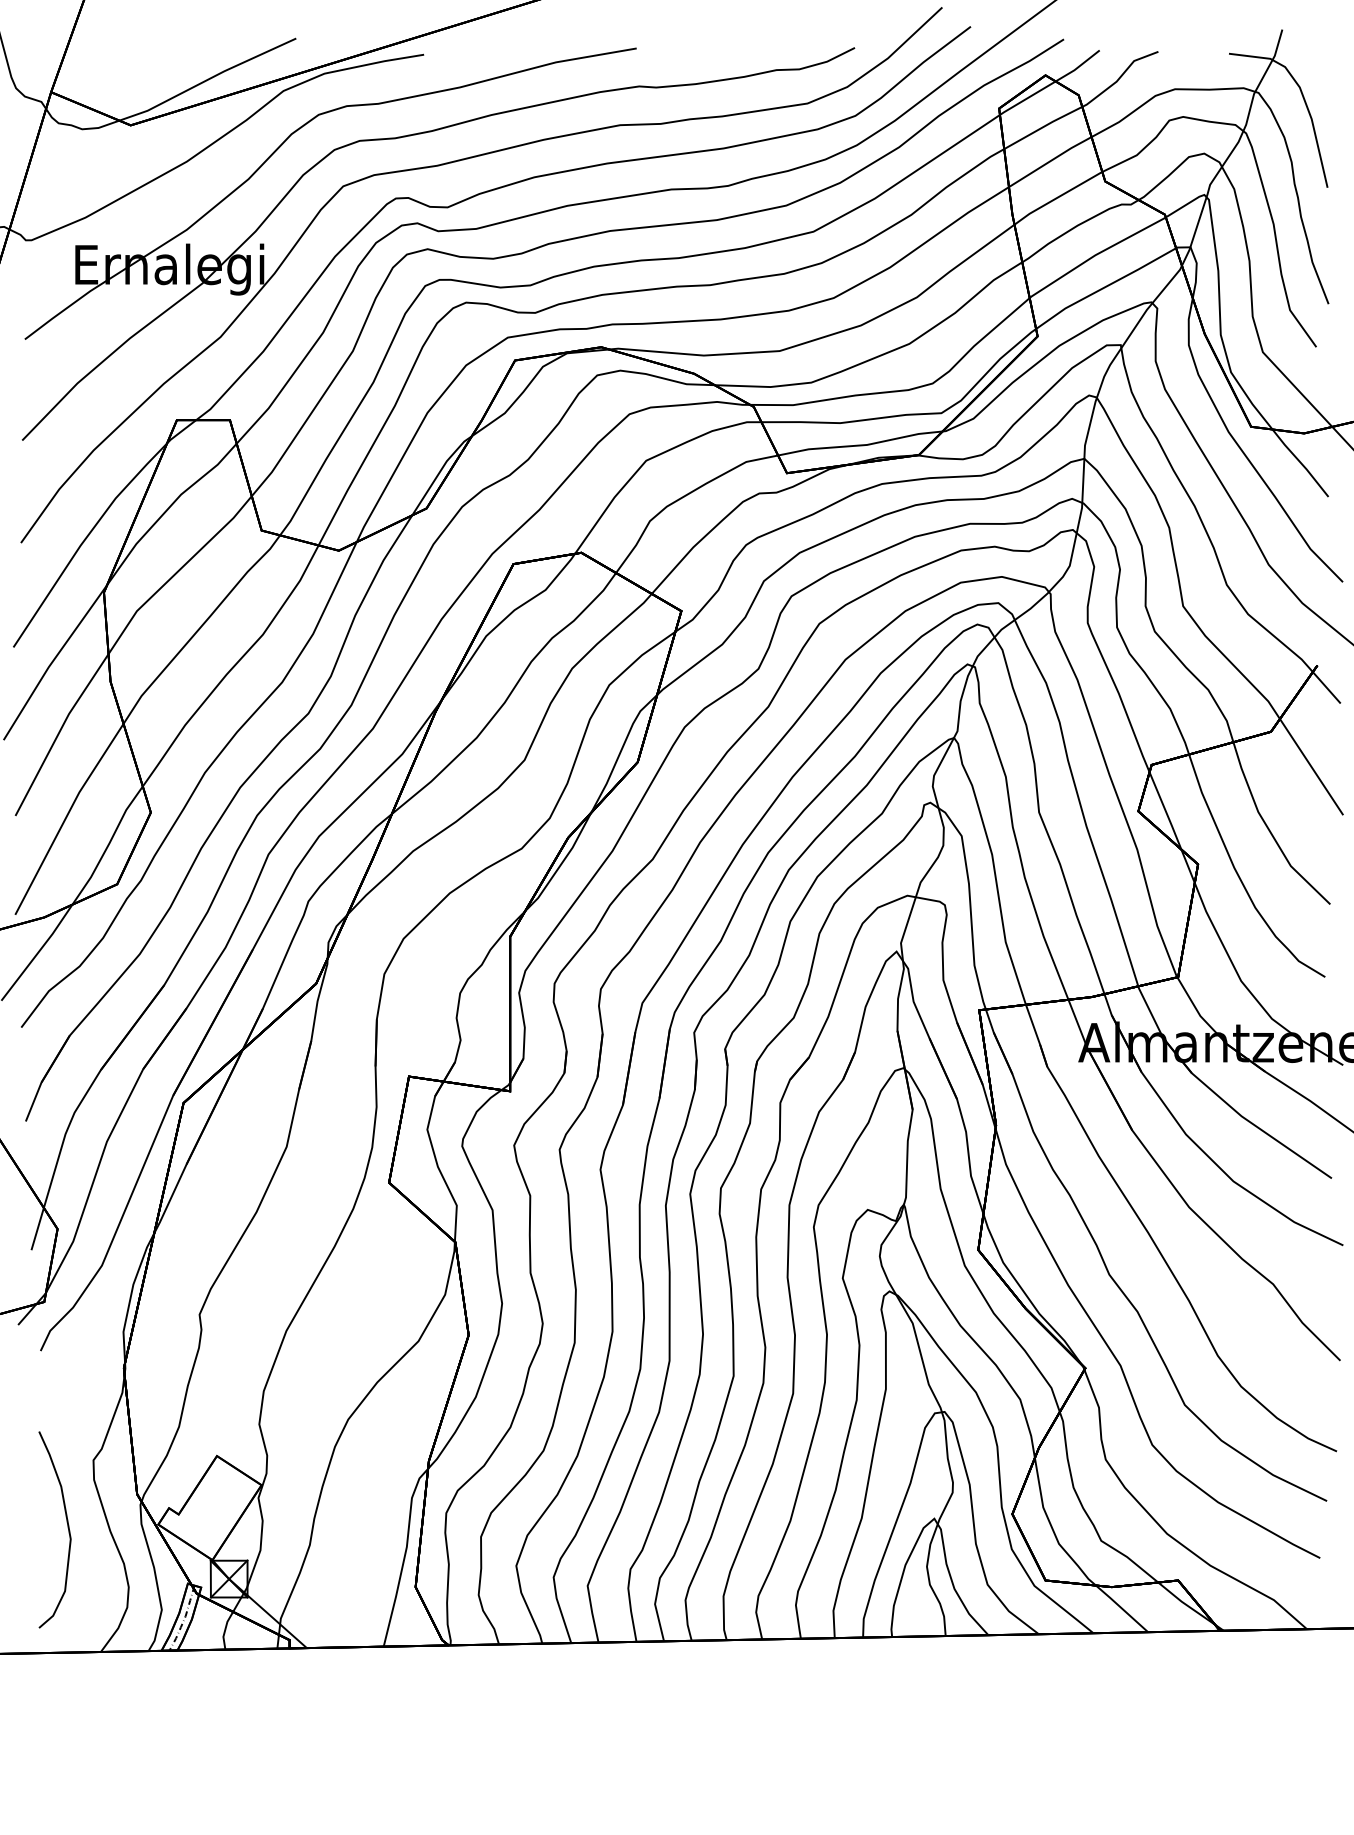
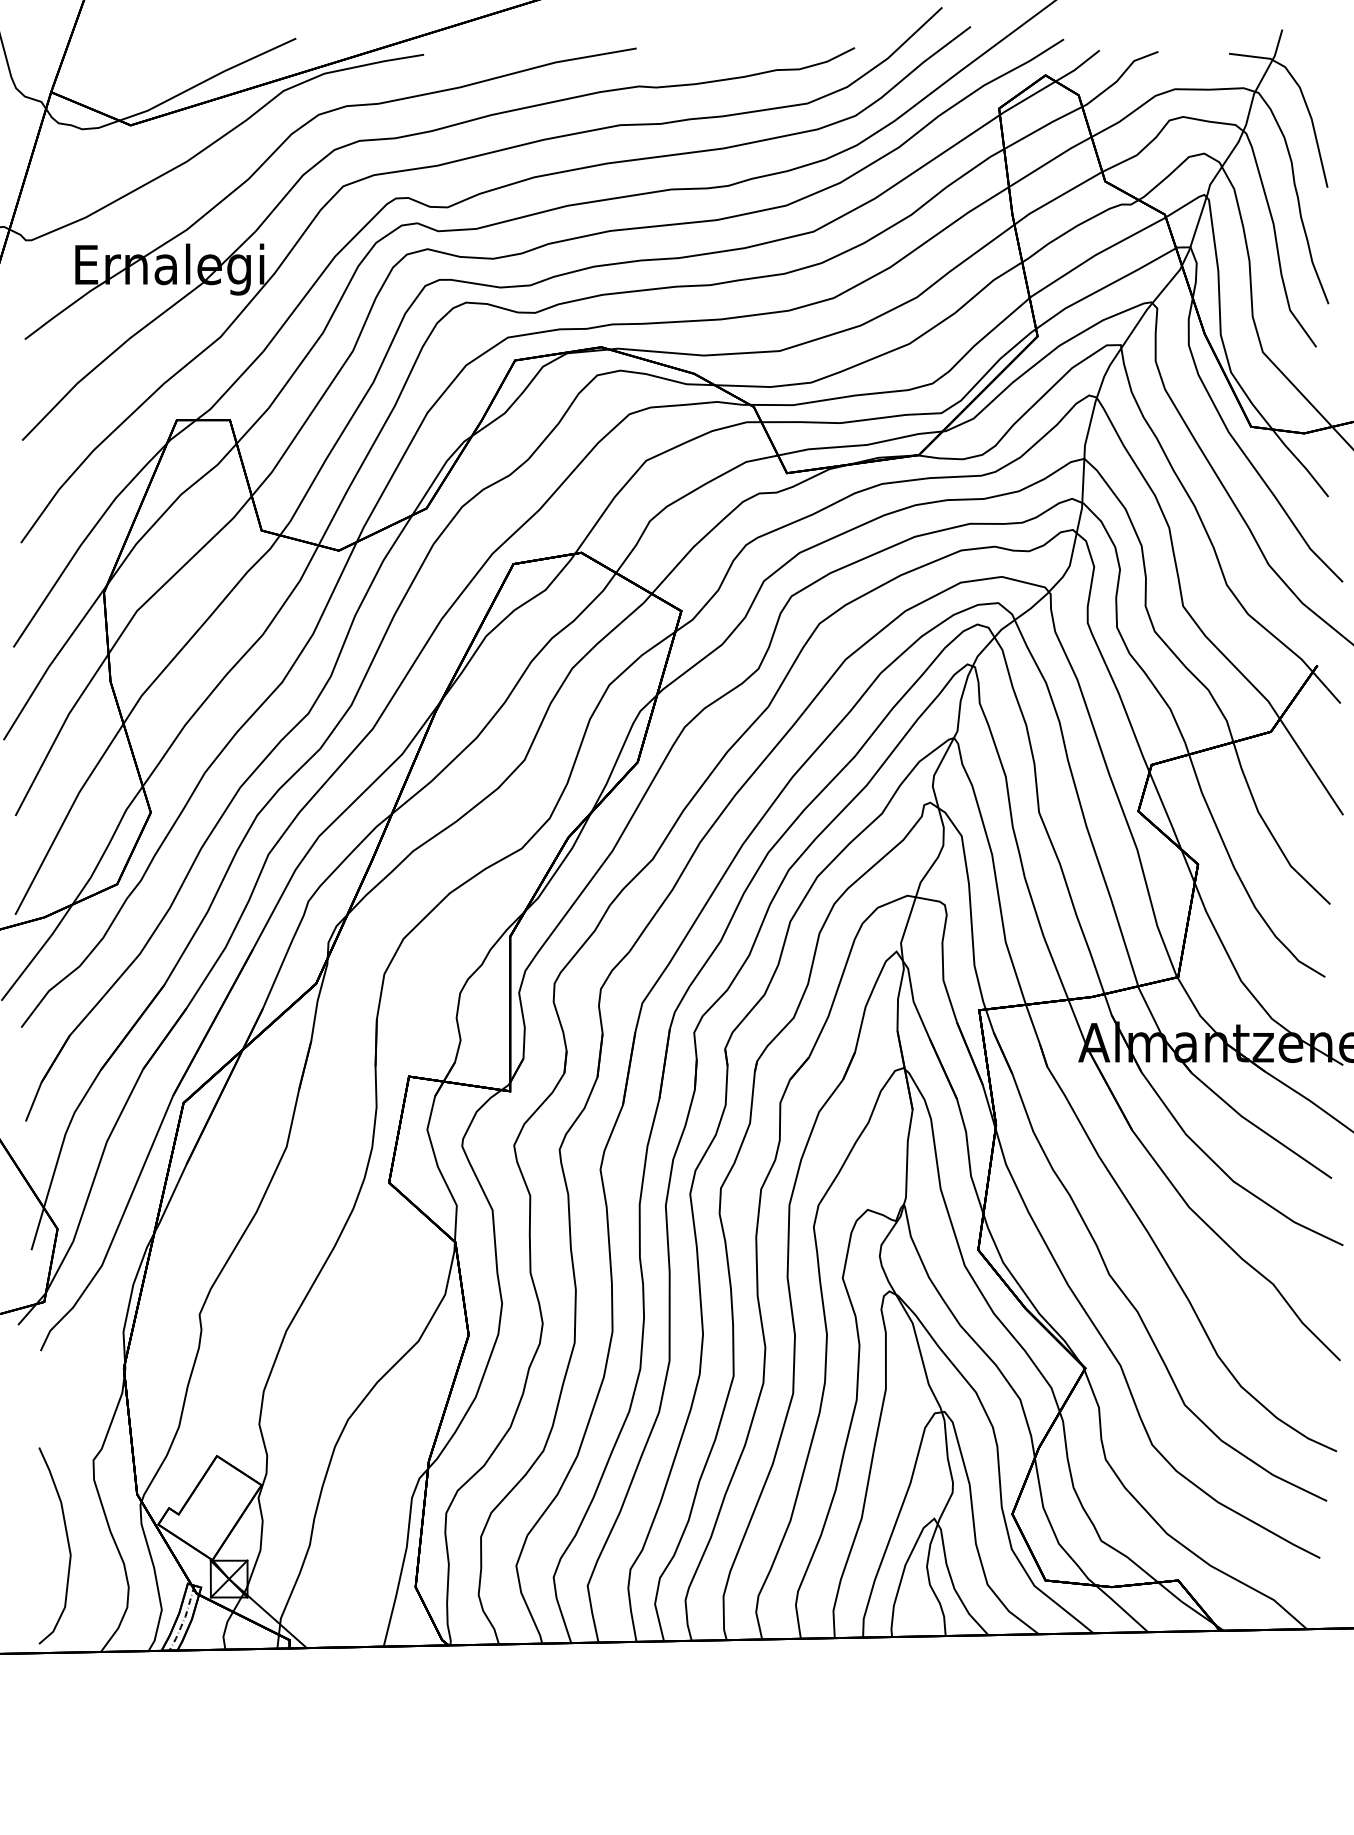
curve at (67, 1528) position: (67, 1528) -> (67, 1544)
